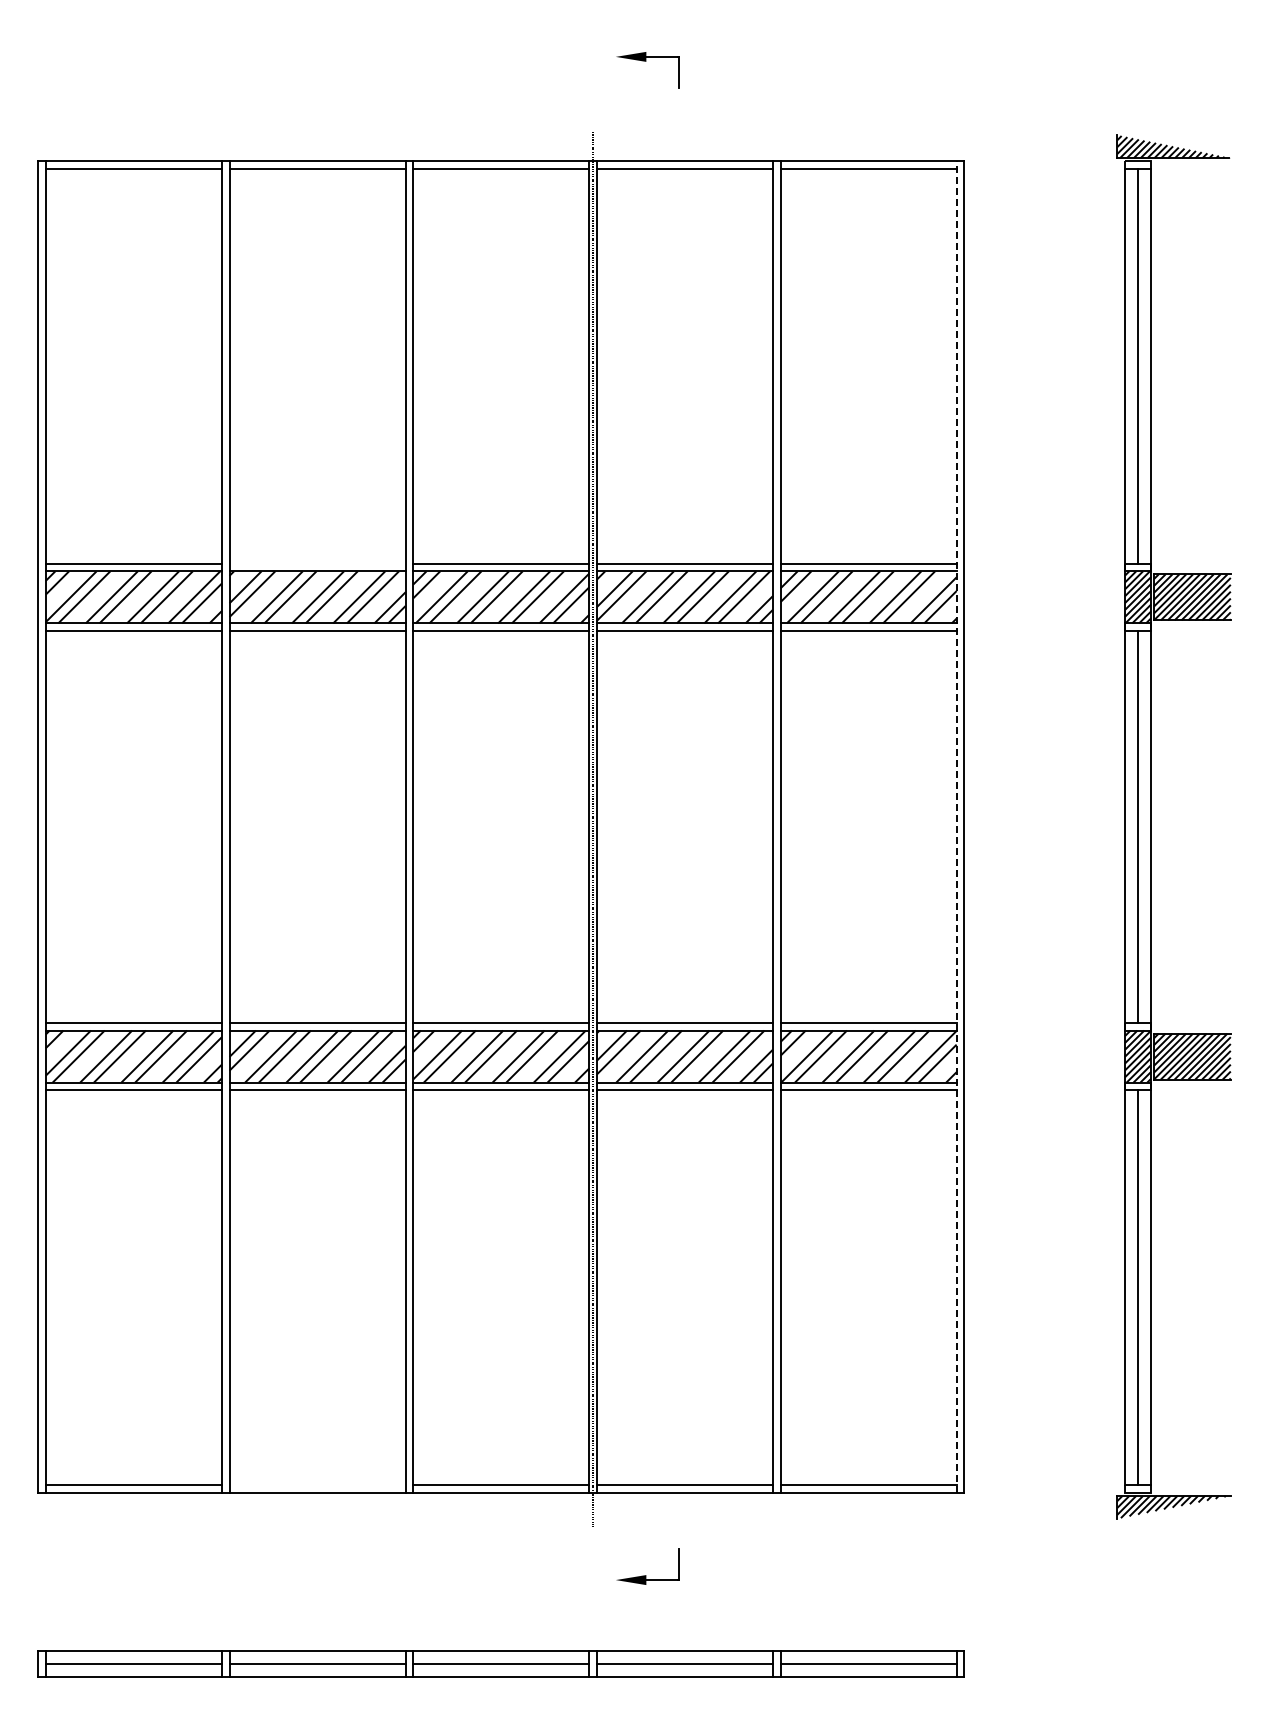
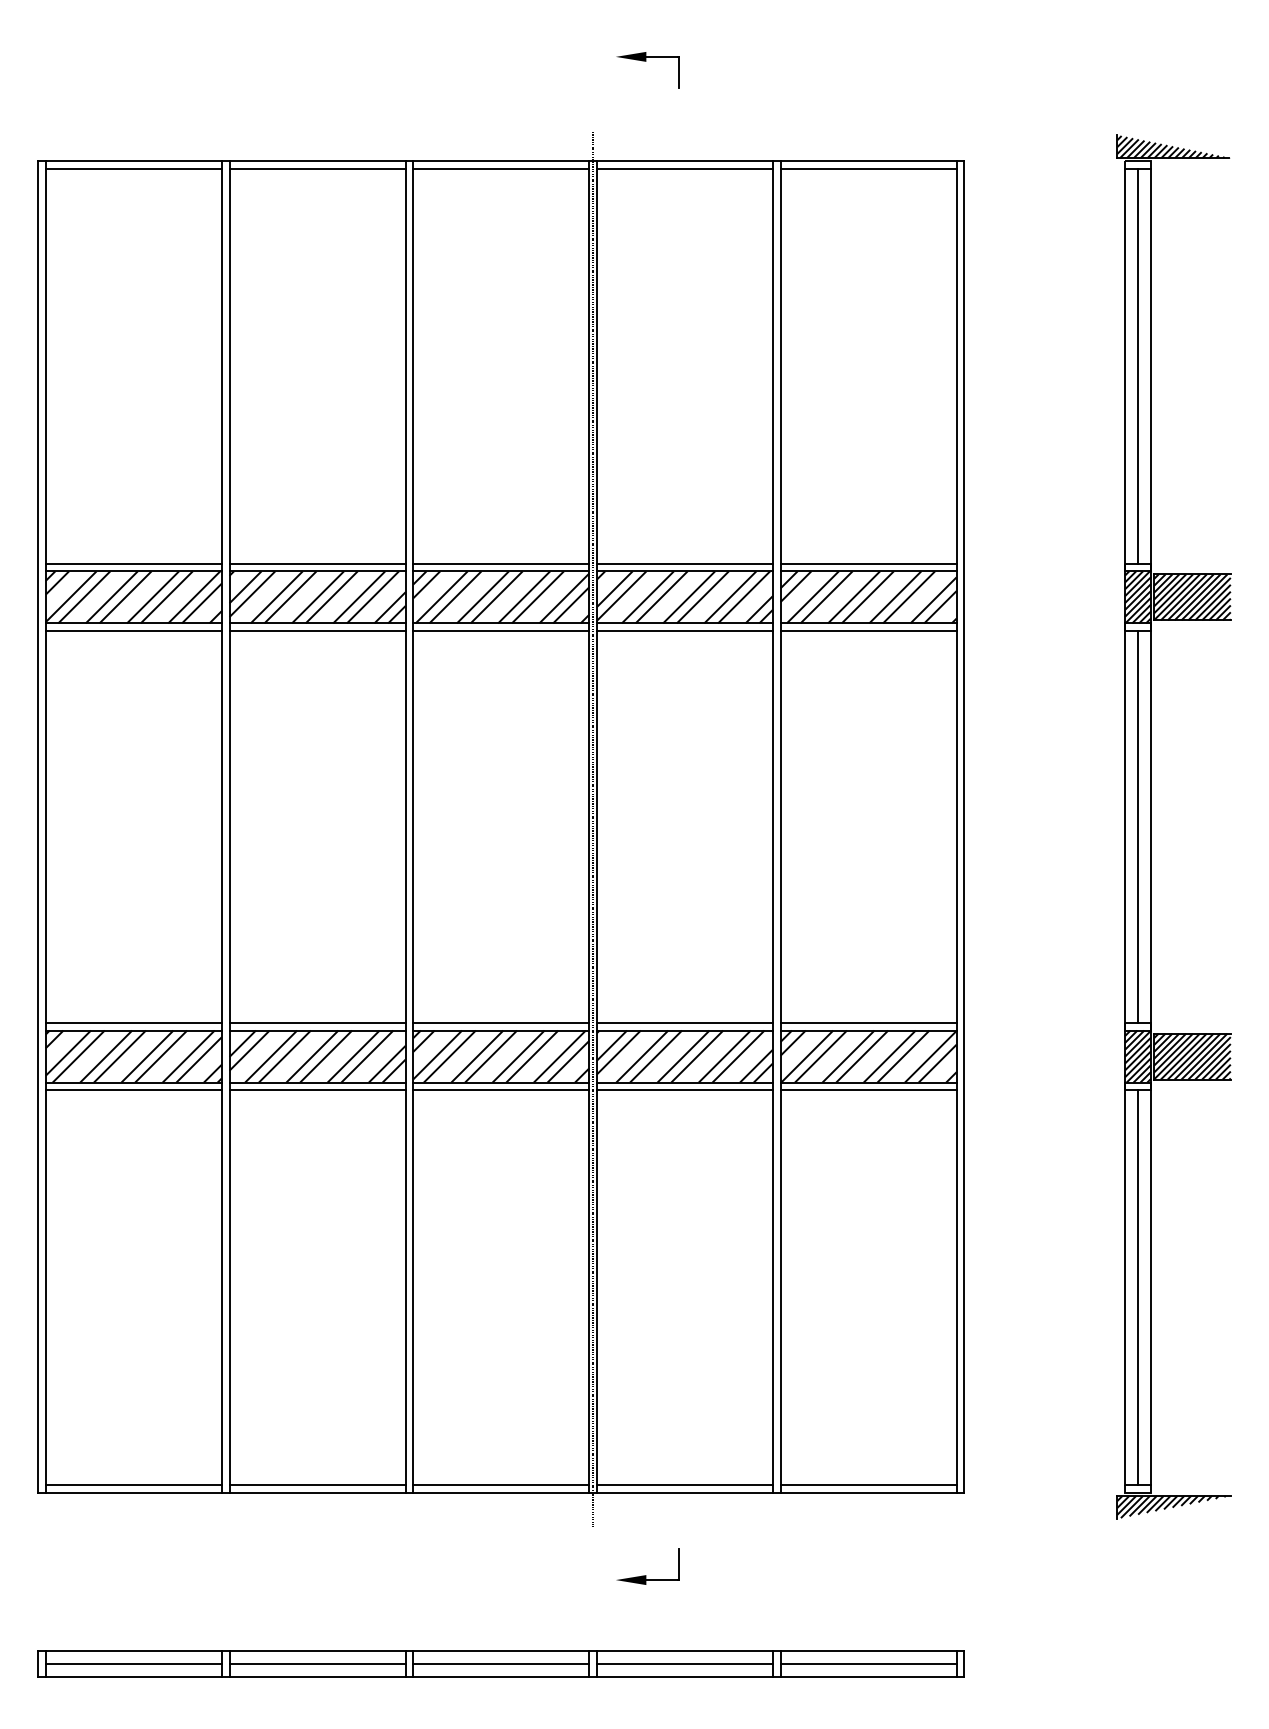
line at (317, 563): none -> present
line at (956, 826): dashed -> solid
line at (317, 1485): none -> present
